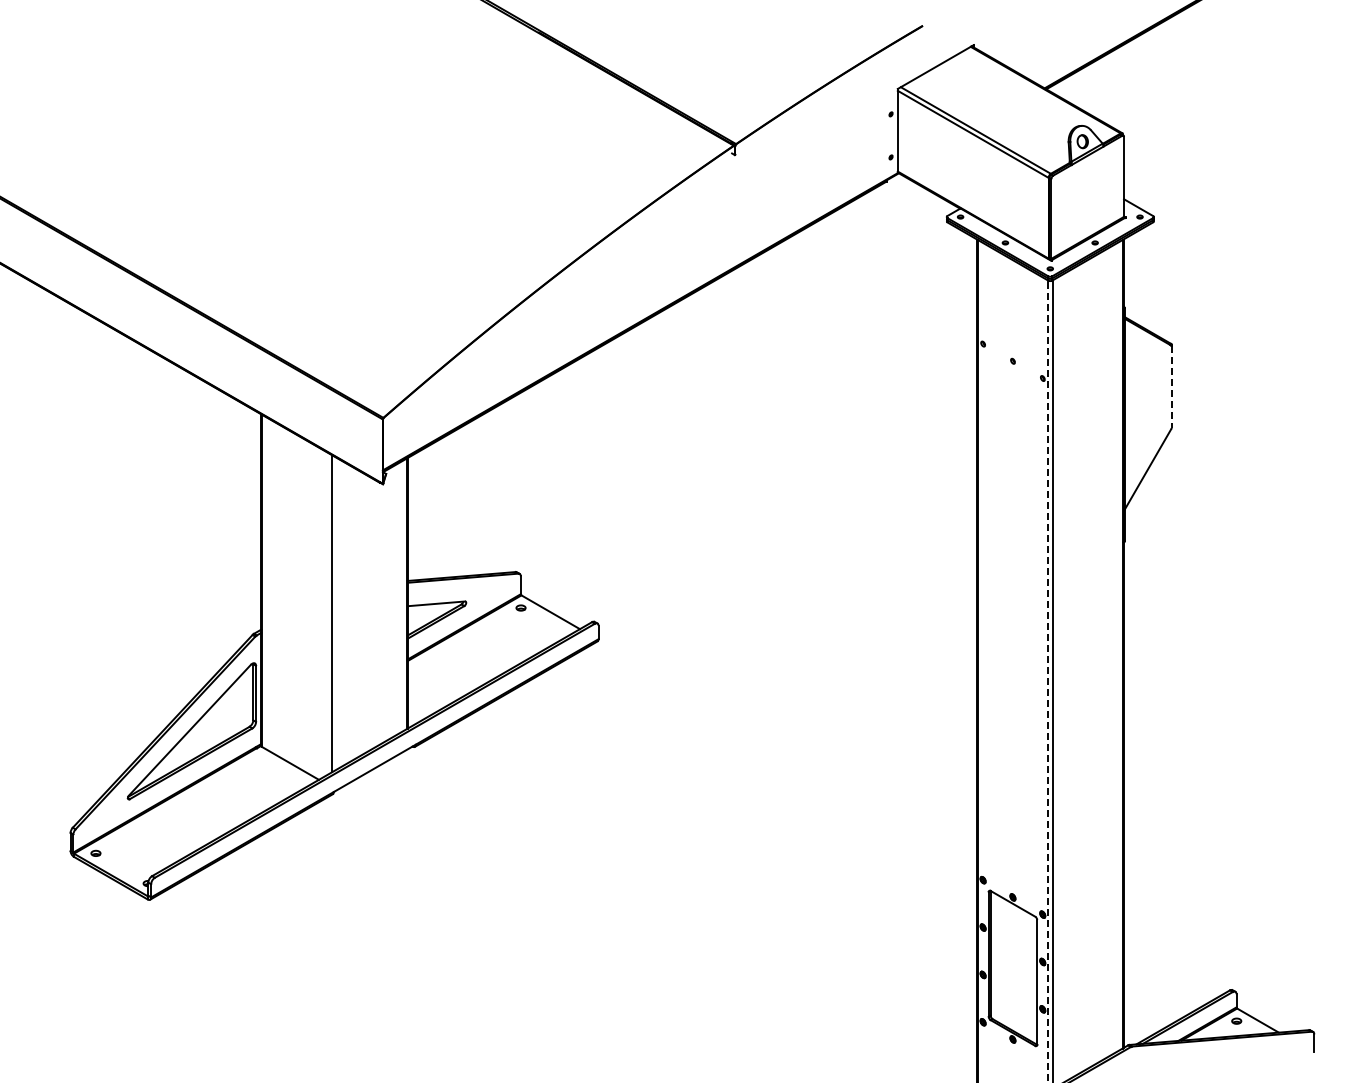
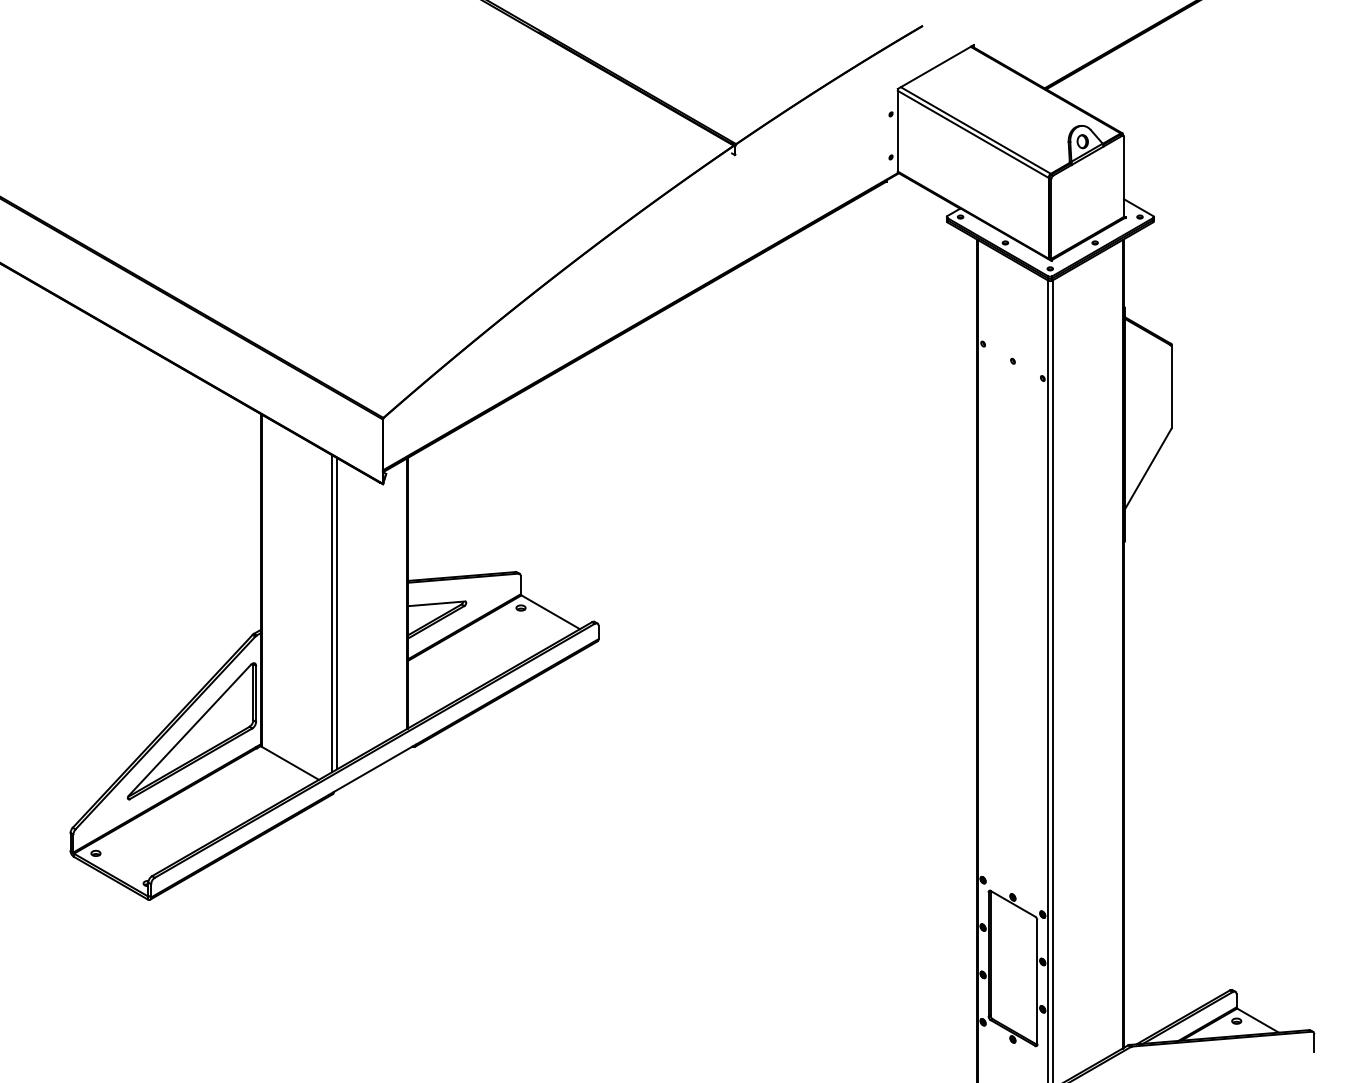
line at (1171, 387): dashed -> solid
line at (336, 613): none -> present
line at (1047, 681): dashed -> solid
